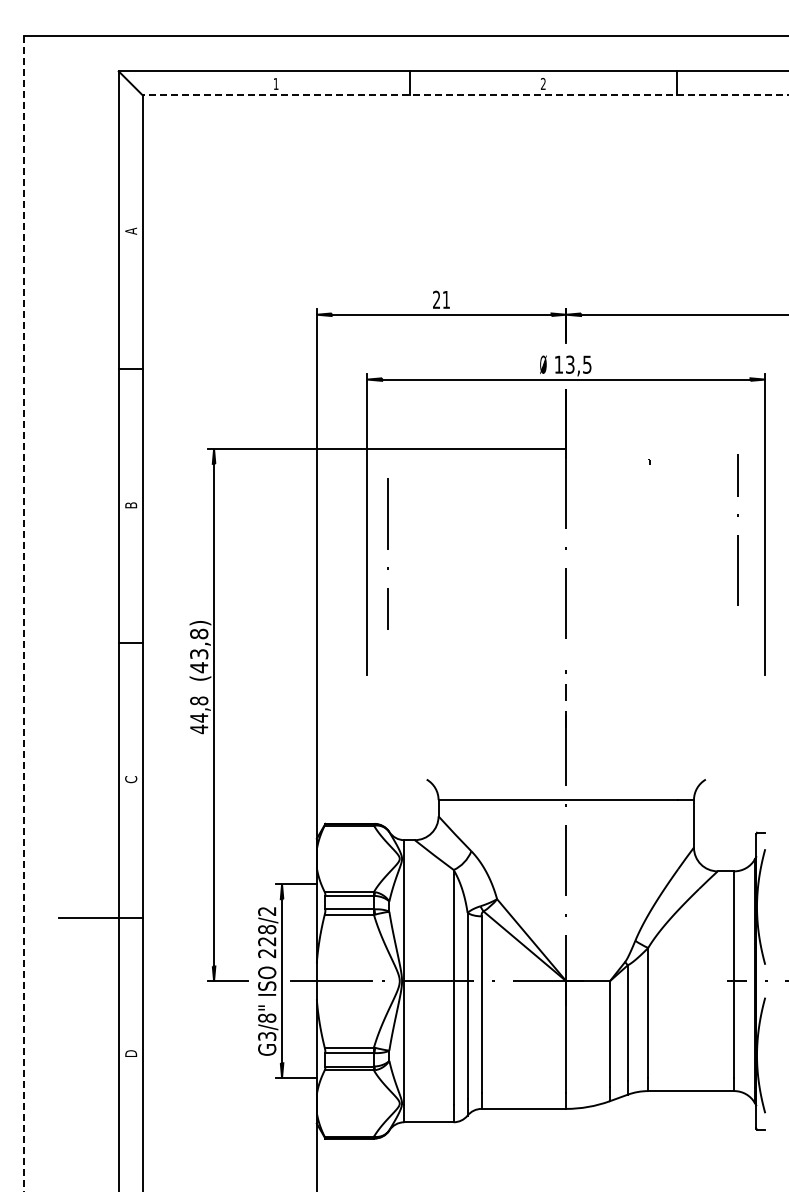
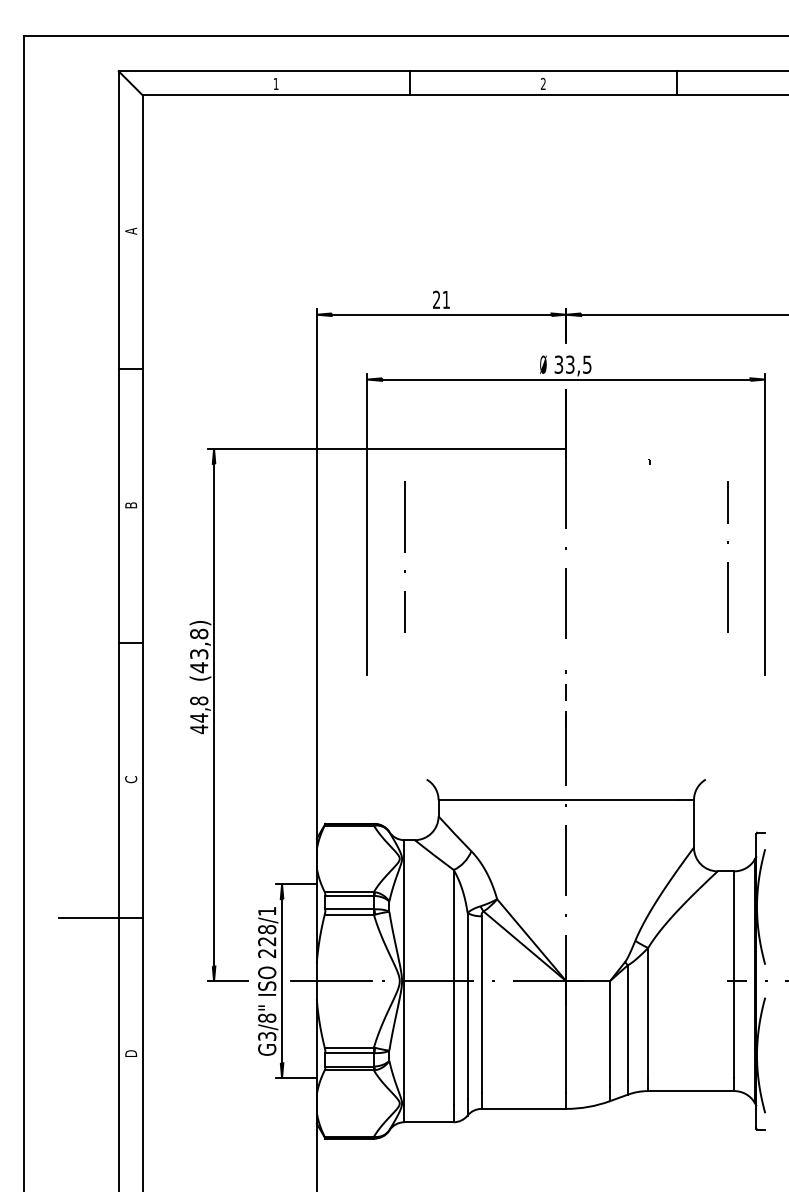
line at (465, 95): dashed -> solid
text at (558, 364): 13,5 -> 33,5
line at (737, 535) position: (737, 535) -> (727, 562)
line at (387, 549) position: (387, 549) -> (404, 552)
line at (23, 613): dashed -> solid
text at (267, 911): 228/2 -> 228/1
